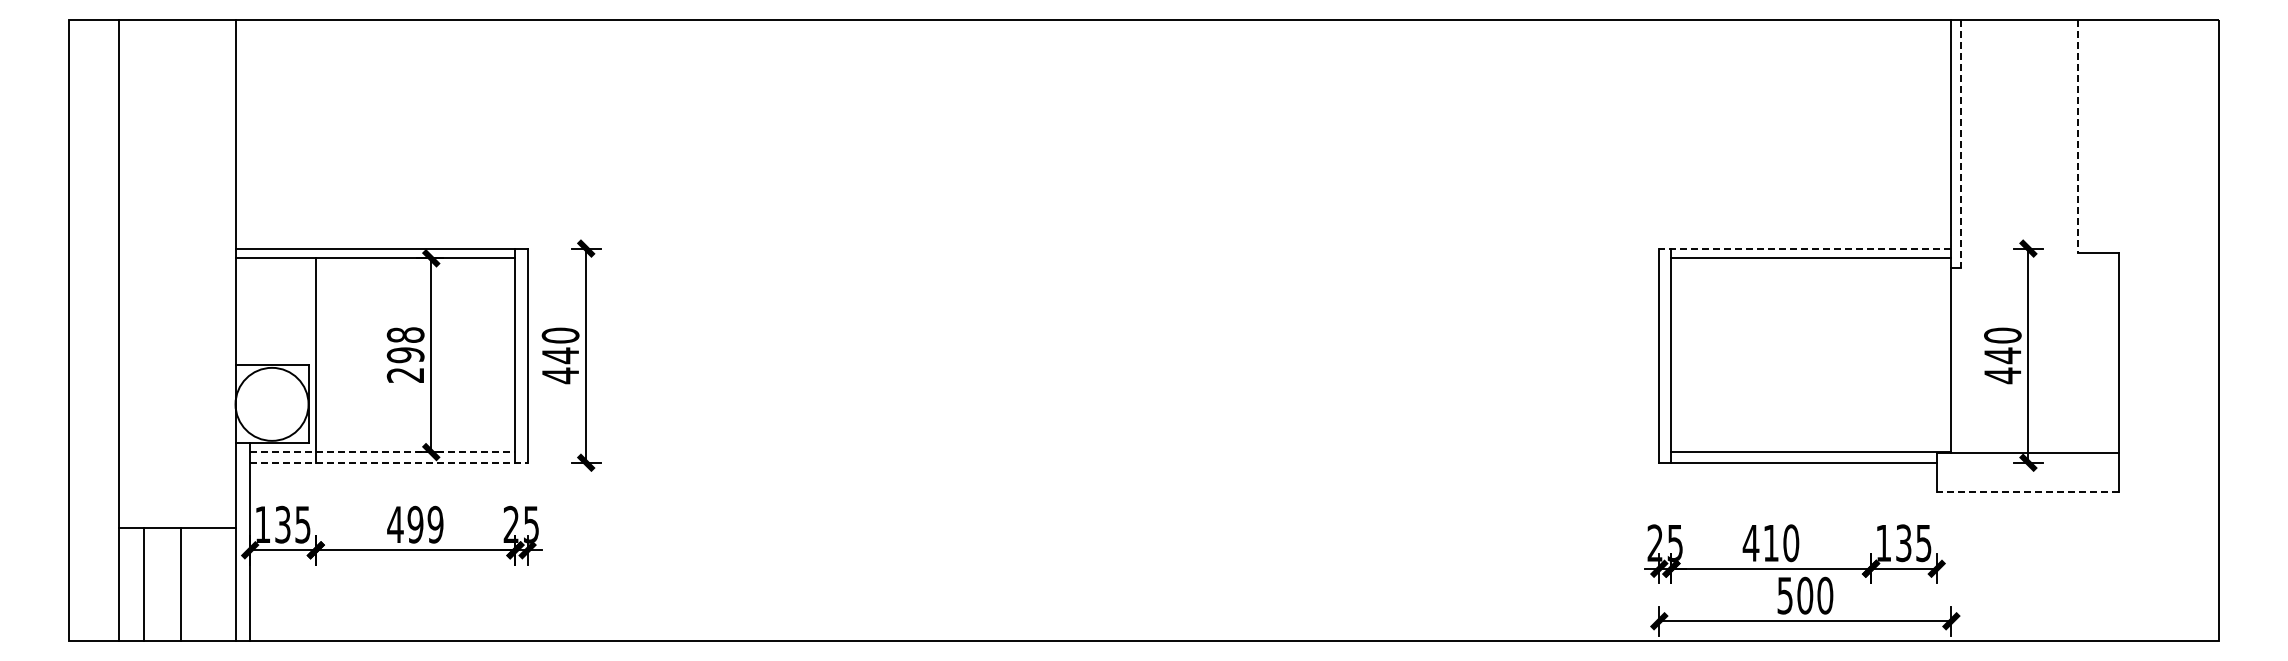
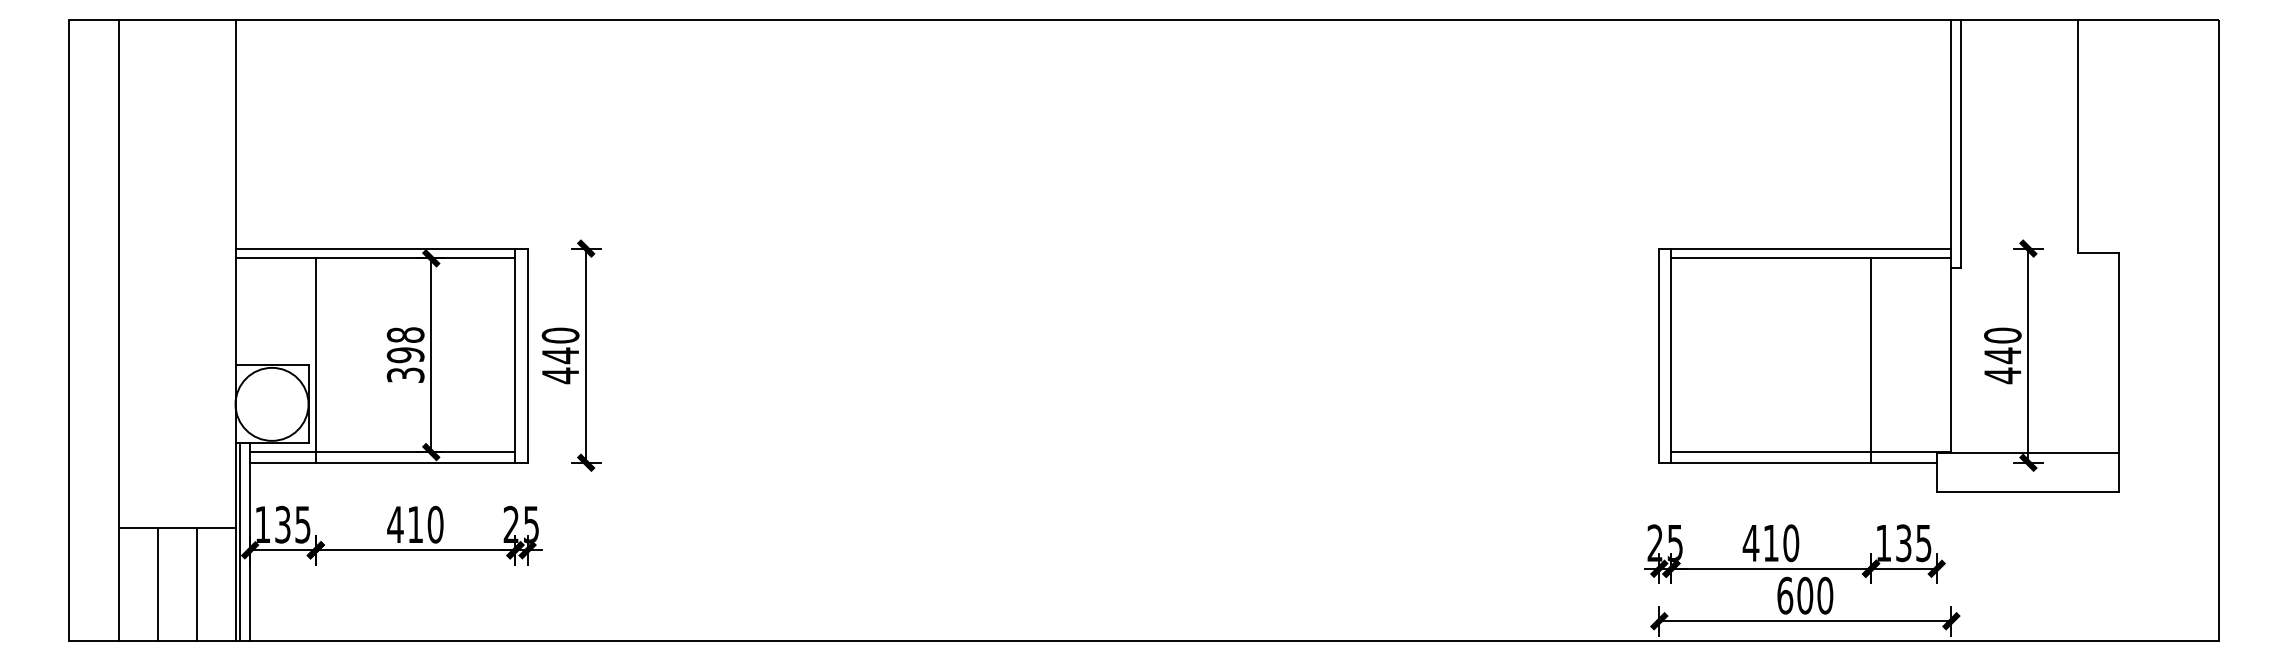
line at (2077, 136): dashed -> solid
line at (1961, 144): dashed -> solid
line at (1804, 248): dashed -> solid
line at (1871, 360): none -> present
text at (405, 374): 298 -> 398
line at (382, 452): dashed -> solid
line at (388, 462): dashed -> solid
line at (2027, 491): dashed -> solid
text at (425, 524): 499 -> 410
line at (240, 542): none -> present
line at (143, 584) position: (143, 584) -> (157, 584)
line at (180, 584) position: (180, 584) -> (196, 584)
text at (1785, 595): 500 -> 600
